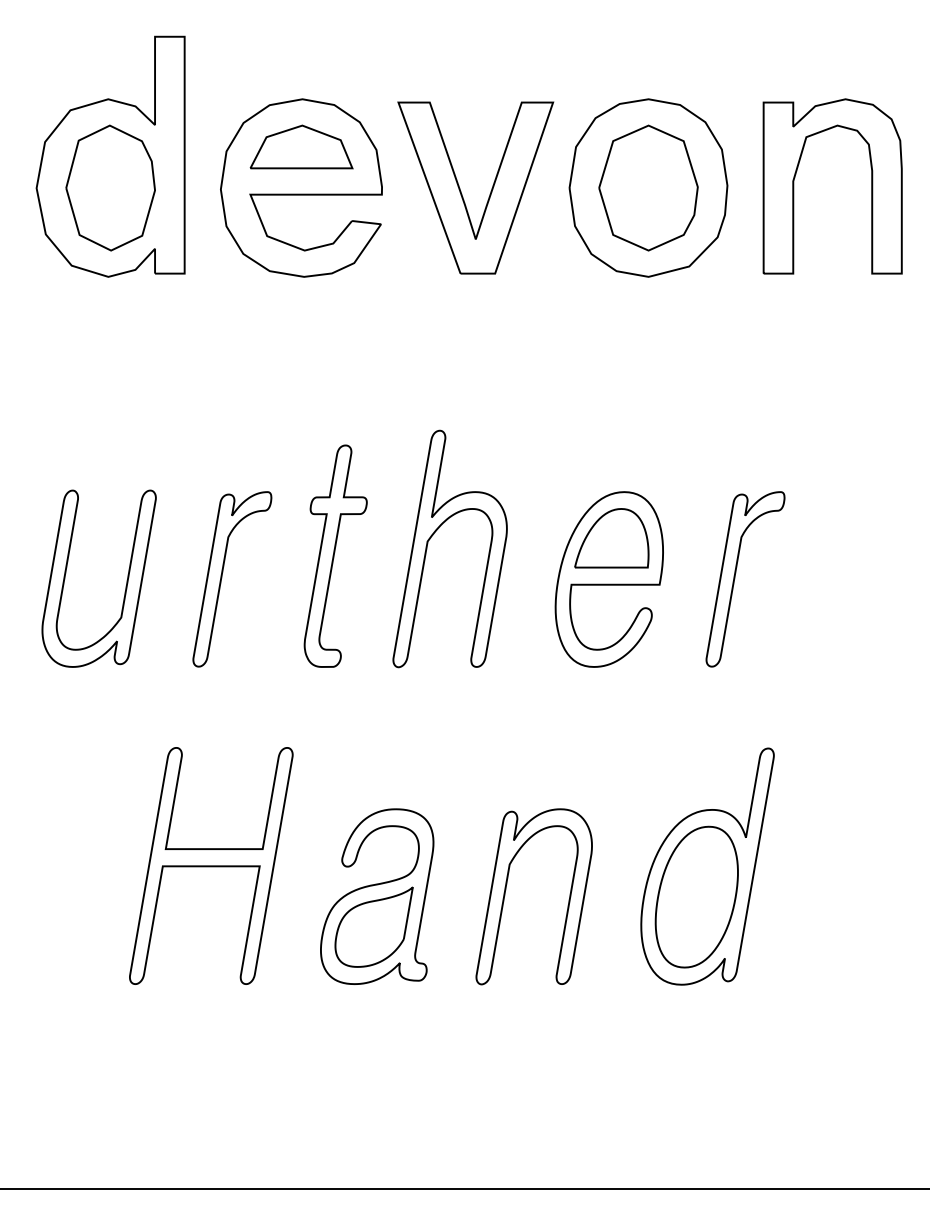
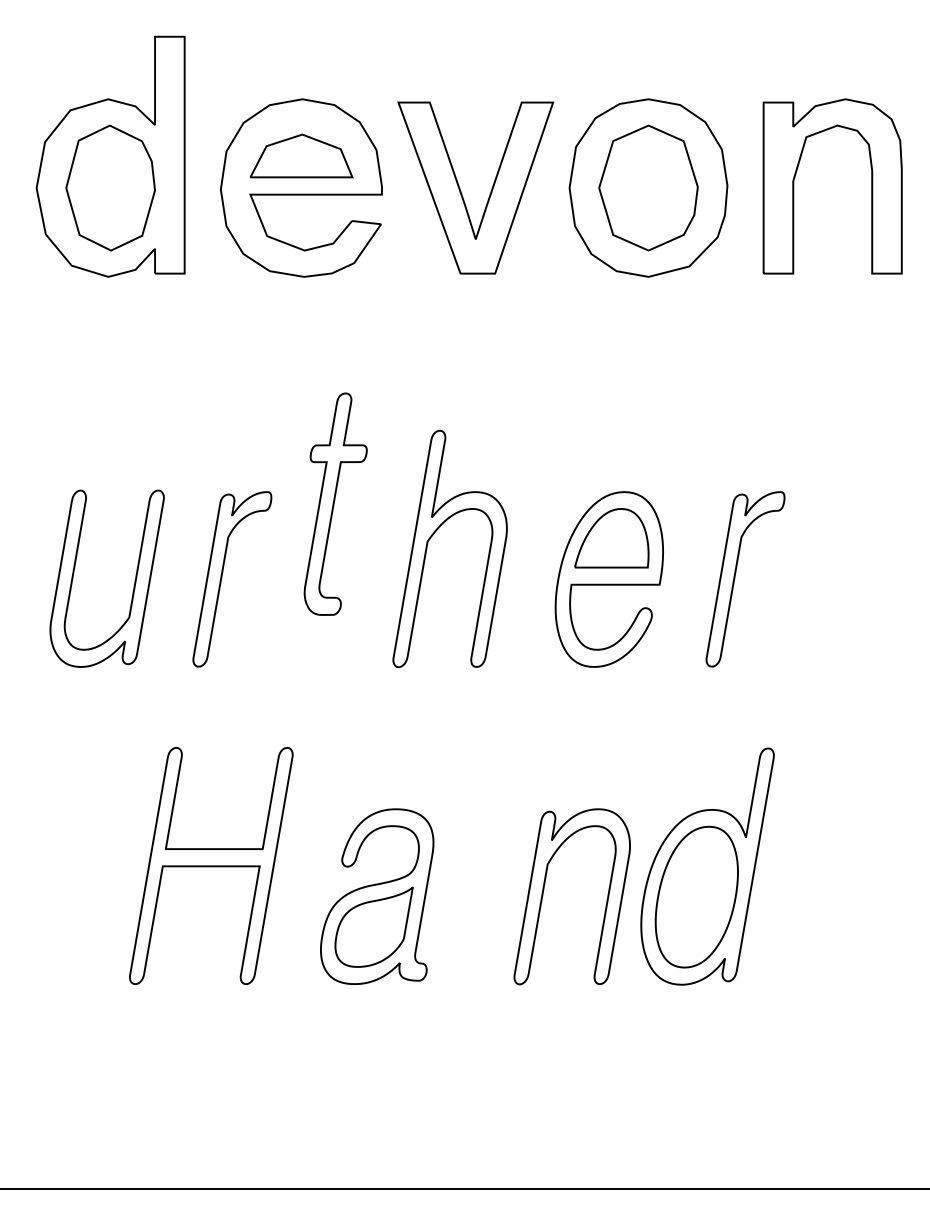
part at (301, 146) position: (301, 146) -> (301, 155)
part at (335, 555) position: (335, 555) -> (335, 503)
part at (126, 580) position: (126, 580) -> (134, 580)
part at (506, 890) position: (506, 890) -> (544, 890)
